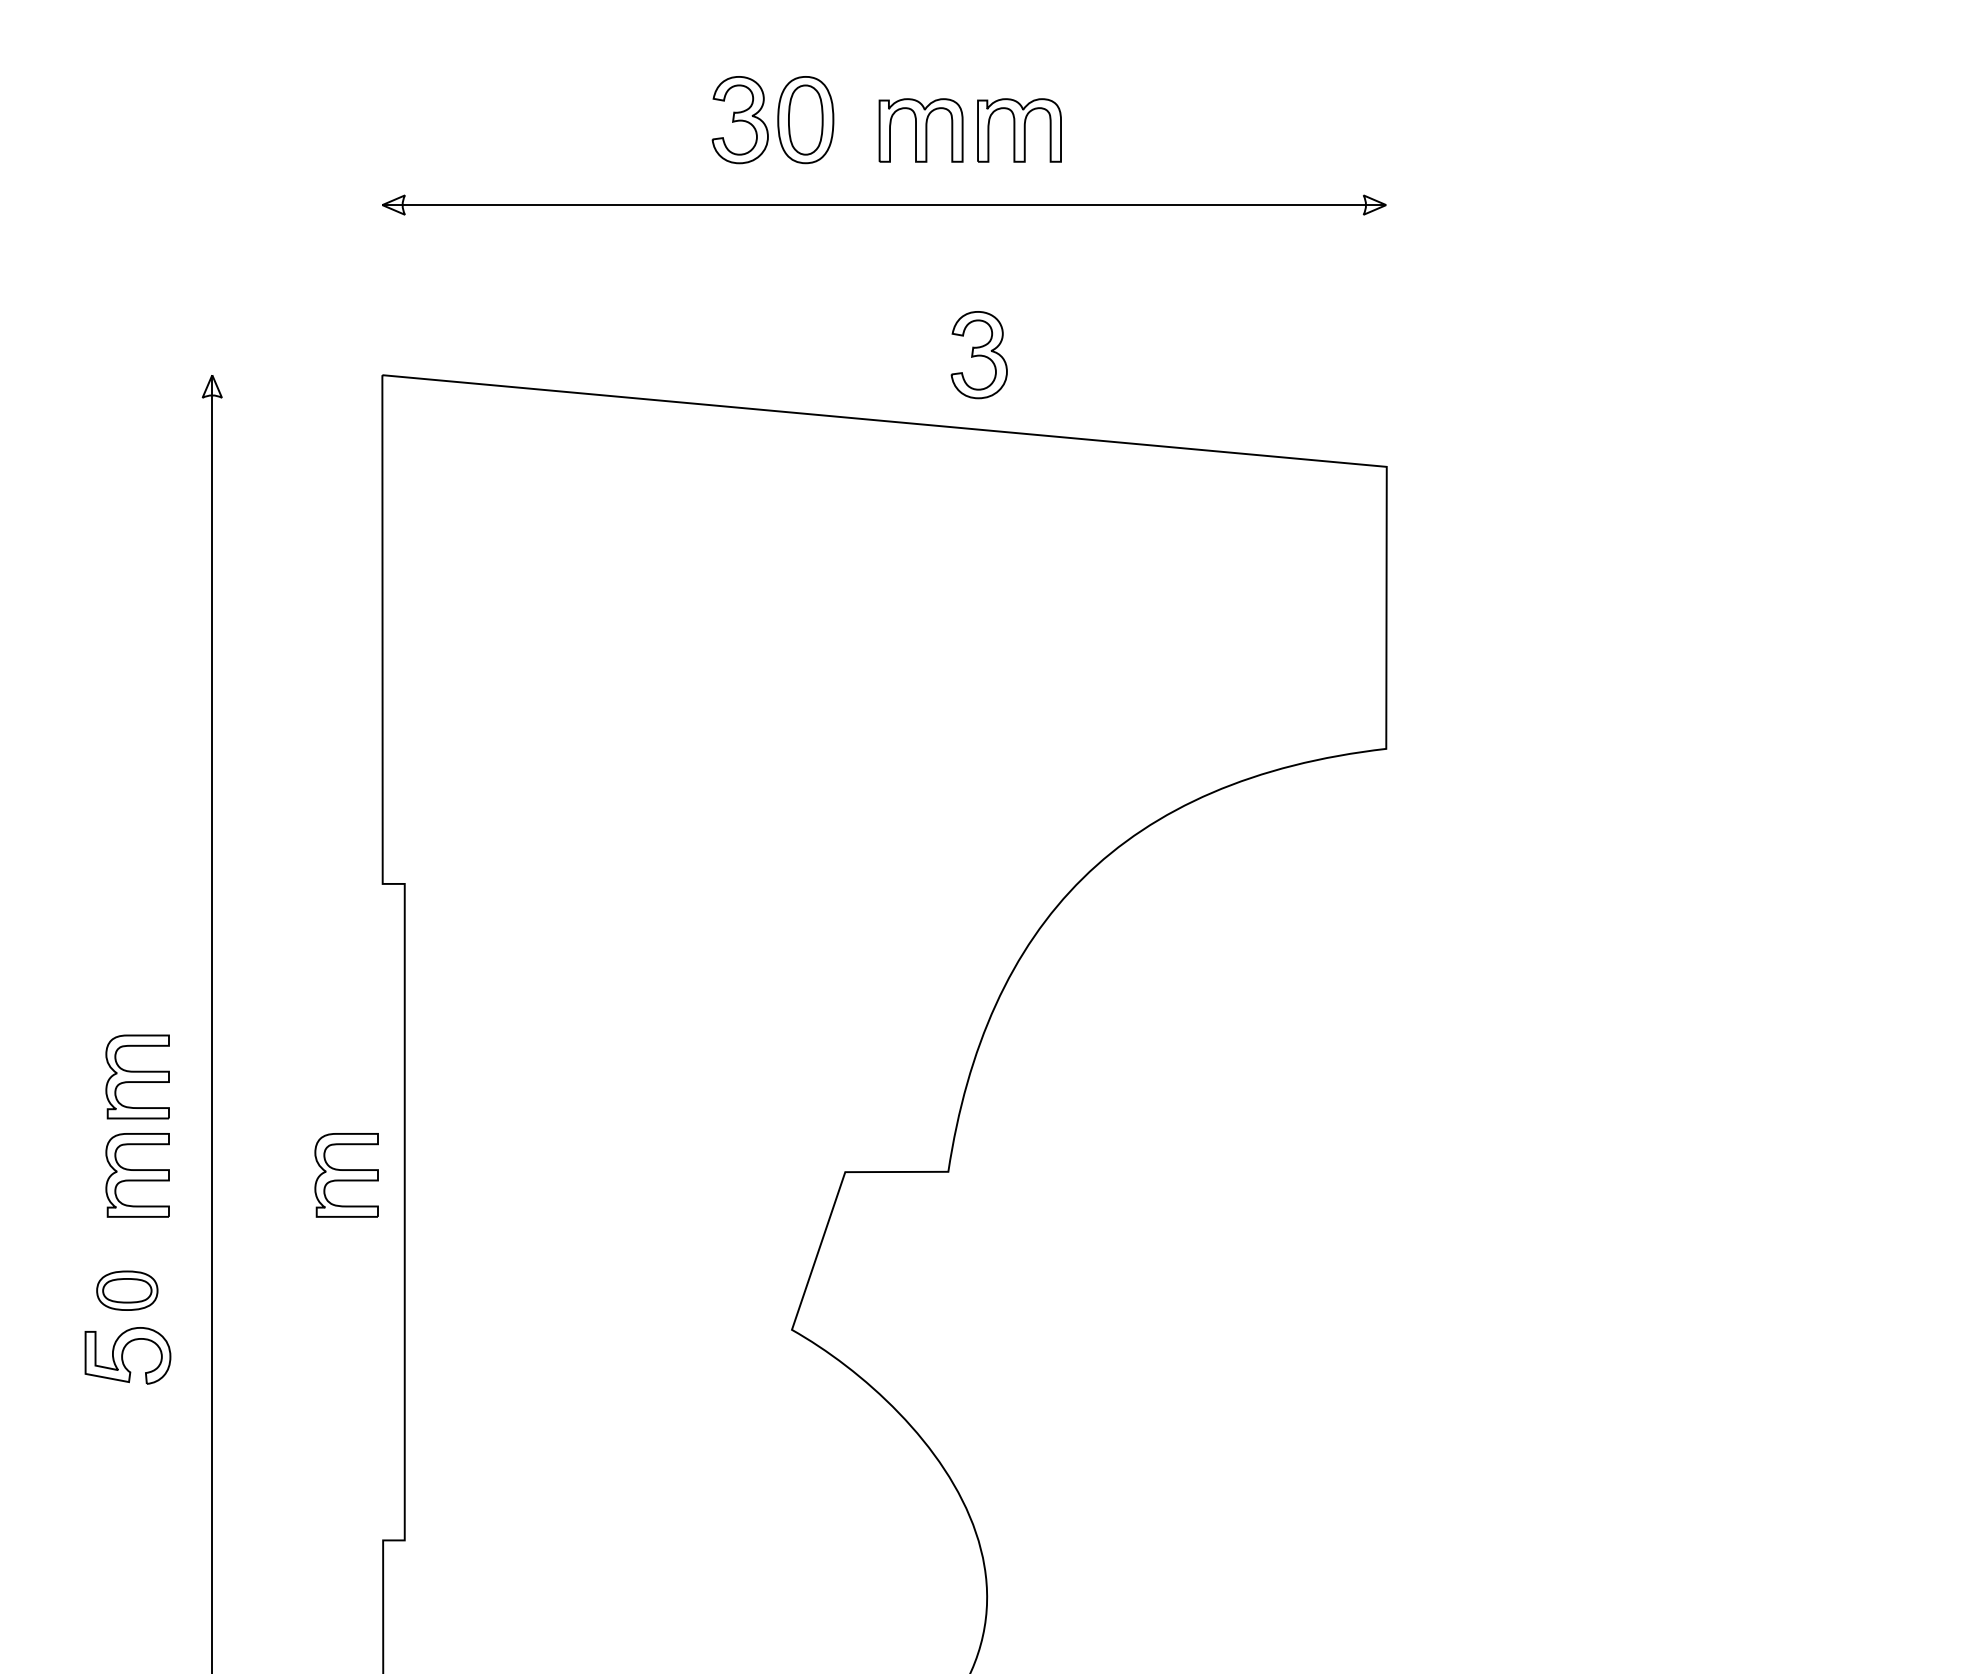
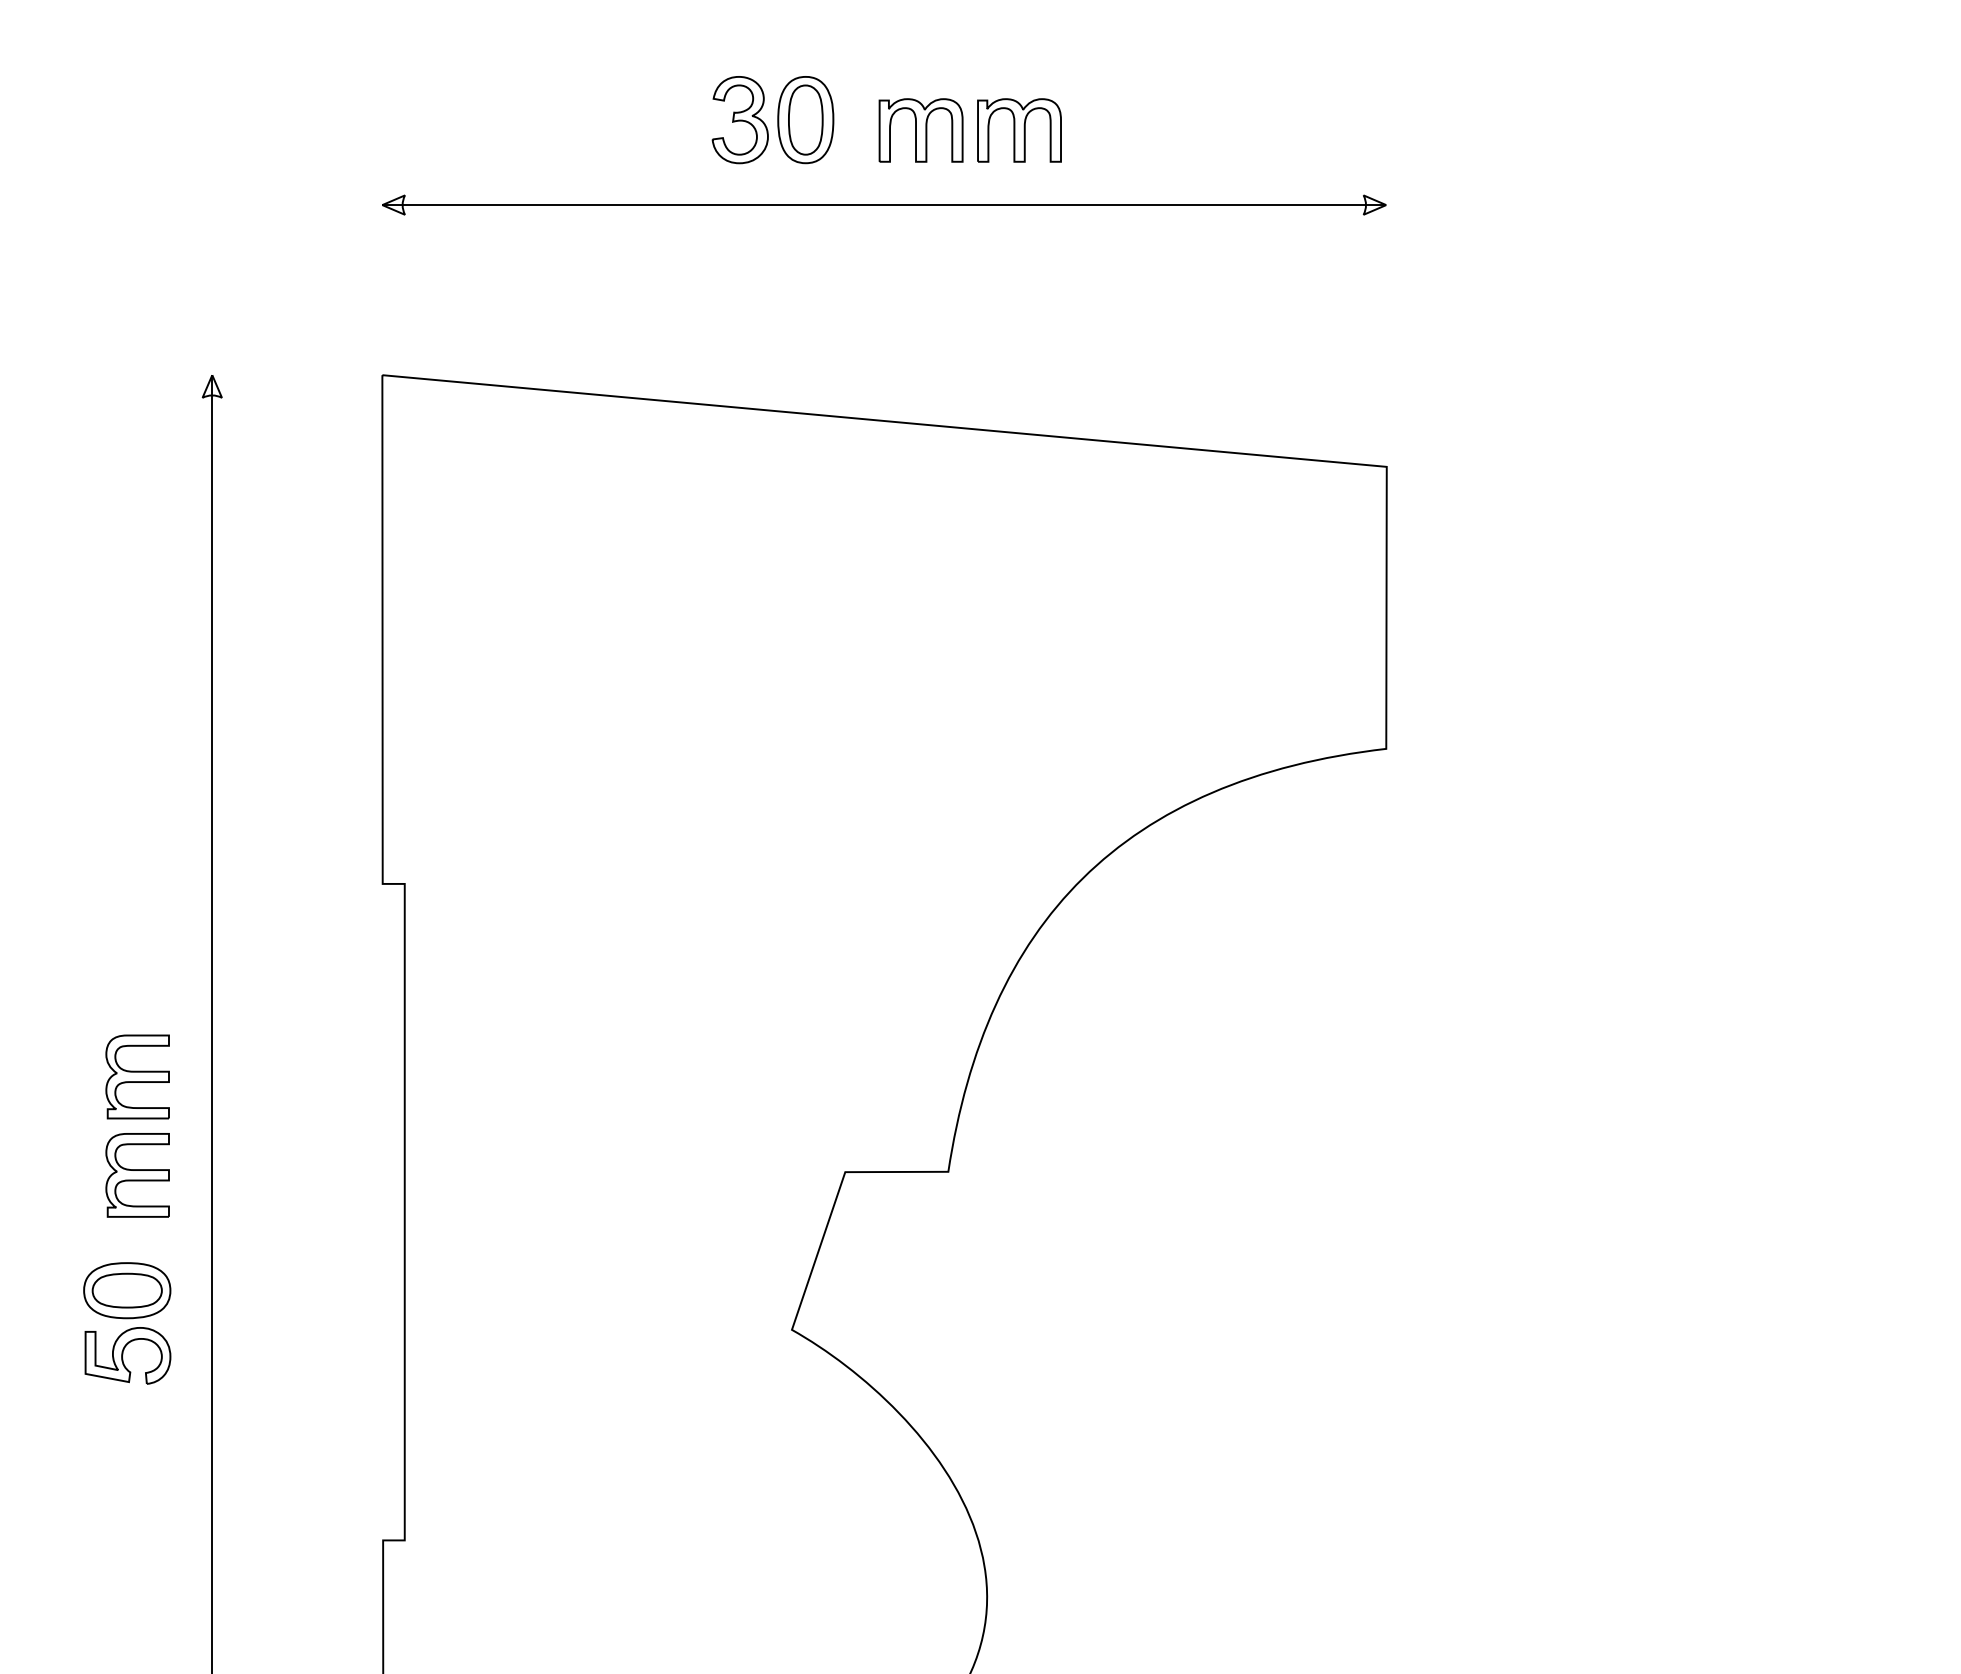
part at (978, 355): present -> none
part at (346, 1175): present -> none
part at (127, 1290) size: 63x41 px -> 89x58 px
